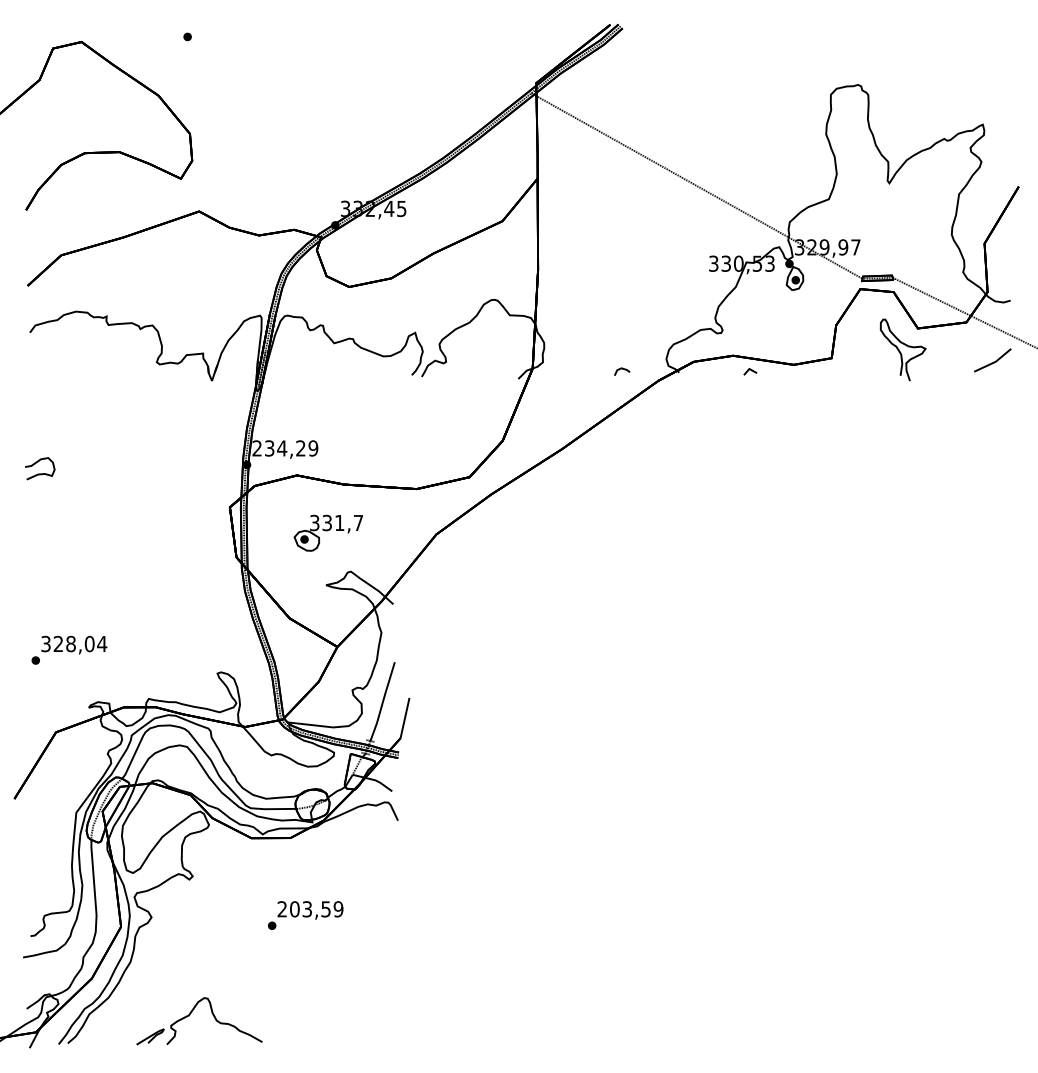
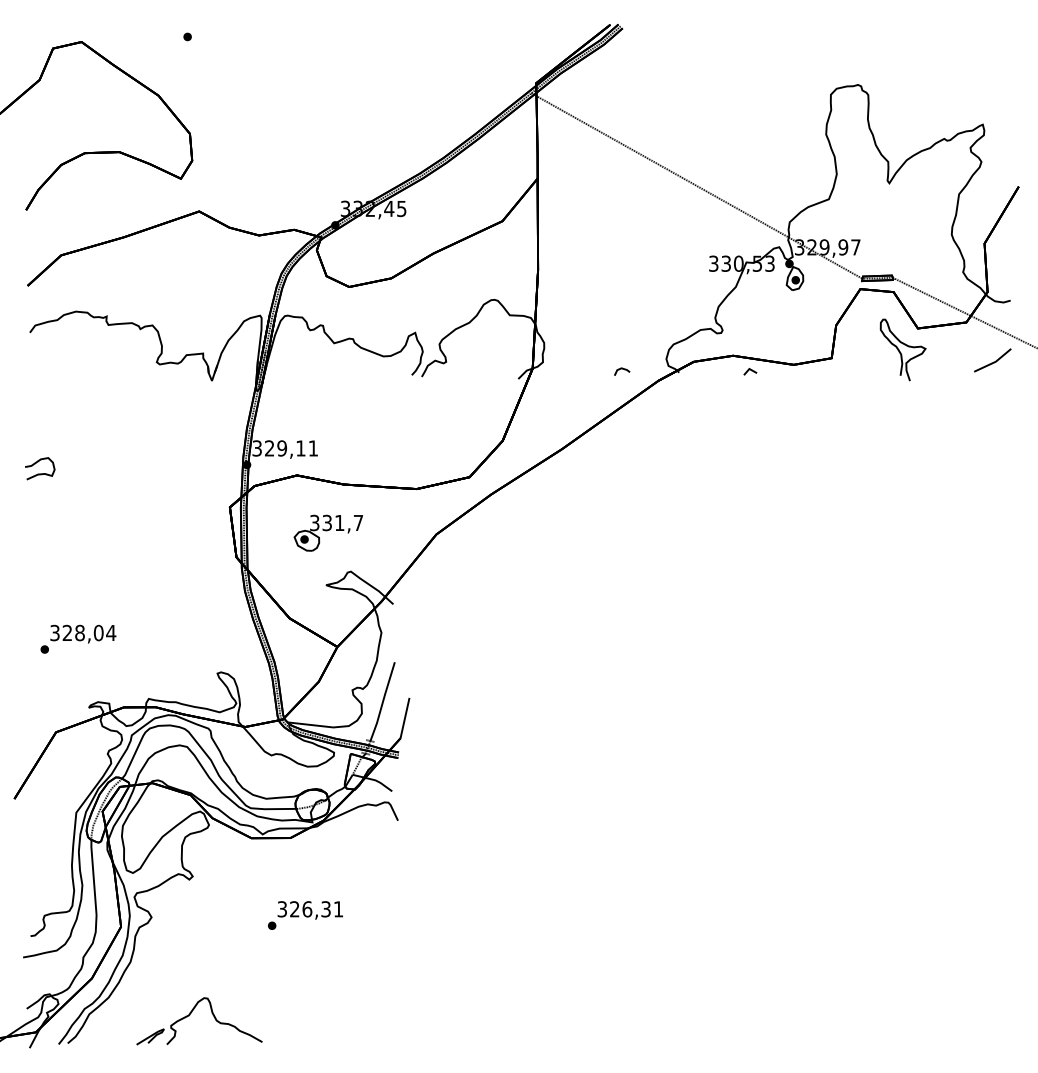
text at (285, 448): 234,29 -> 329,11
text at (69, 649) position: (69, 649) -> (78, 638)
text at (310, 909): 203,59 -> 326,31
